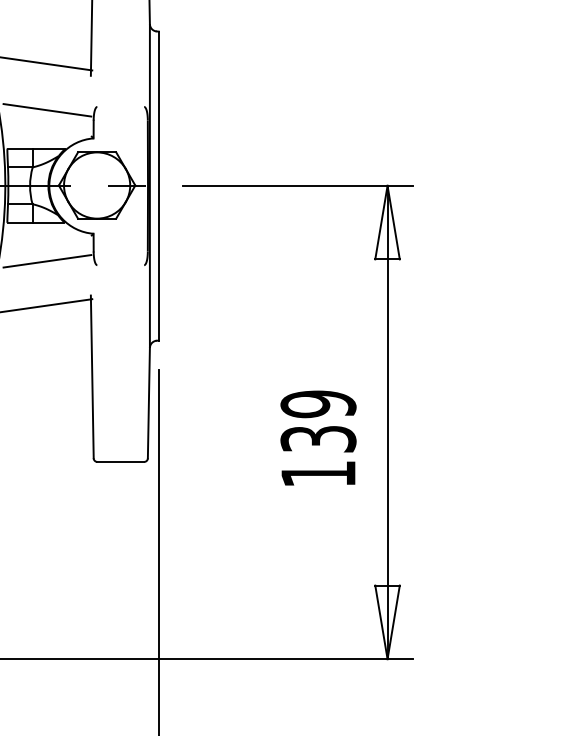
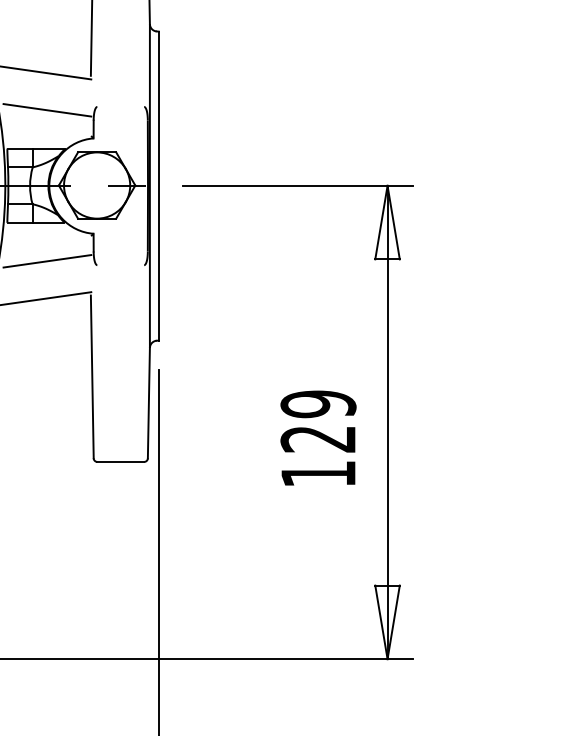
line at (47, 63) position: (47, 63) -> (46, 72)
line at (47, 305) position: (47, 305) -> (46, 298)
text at (318, 439): 139 -> 129
